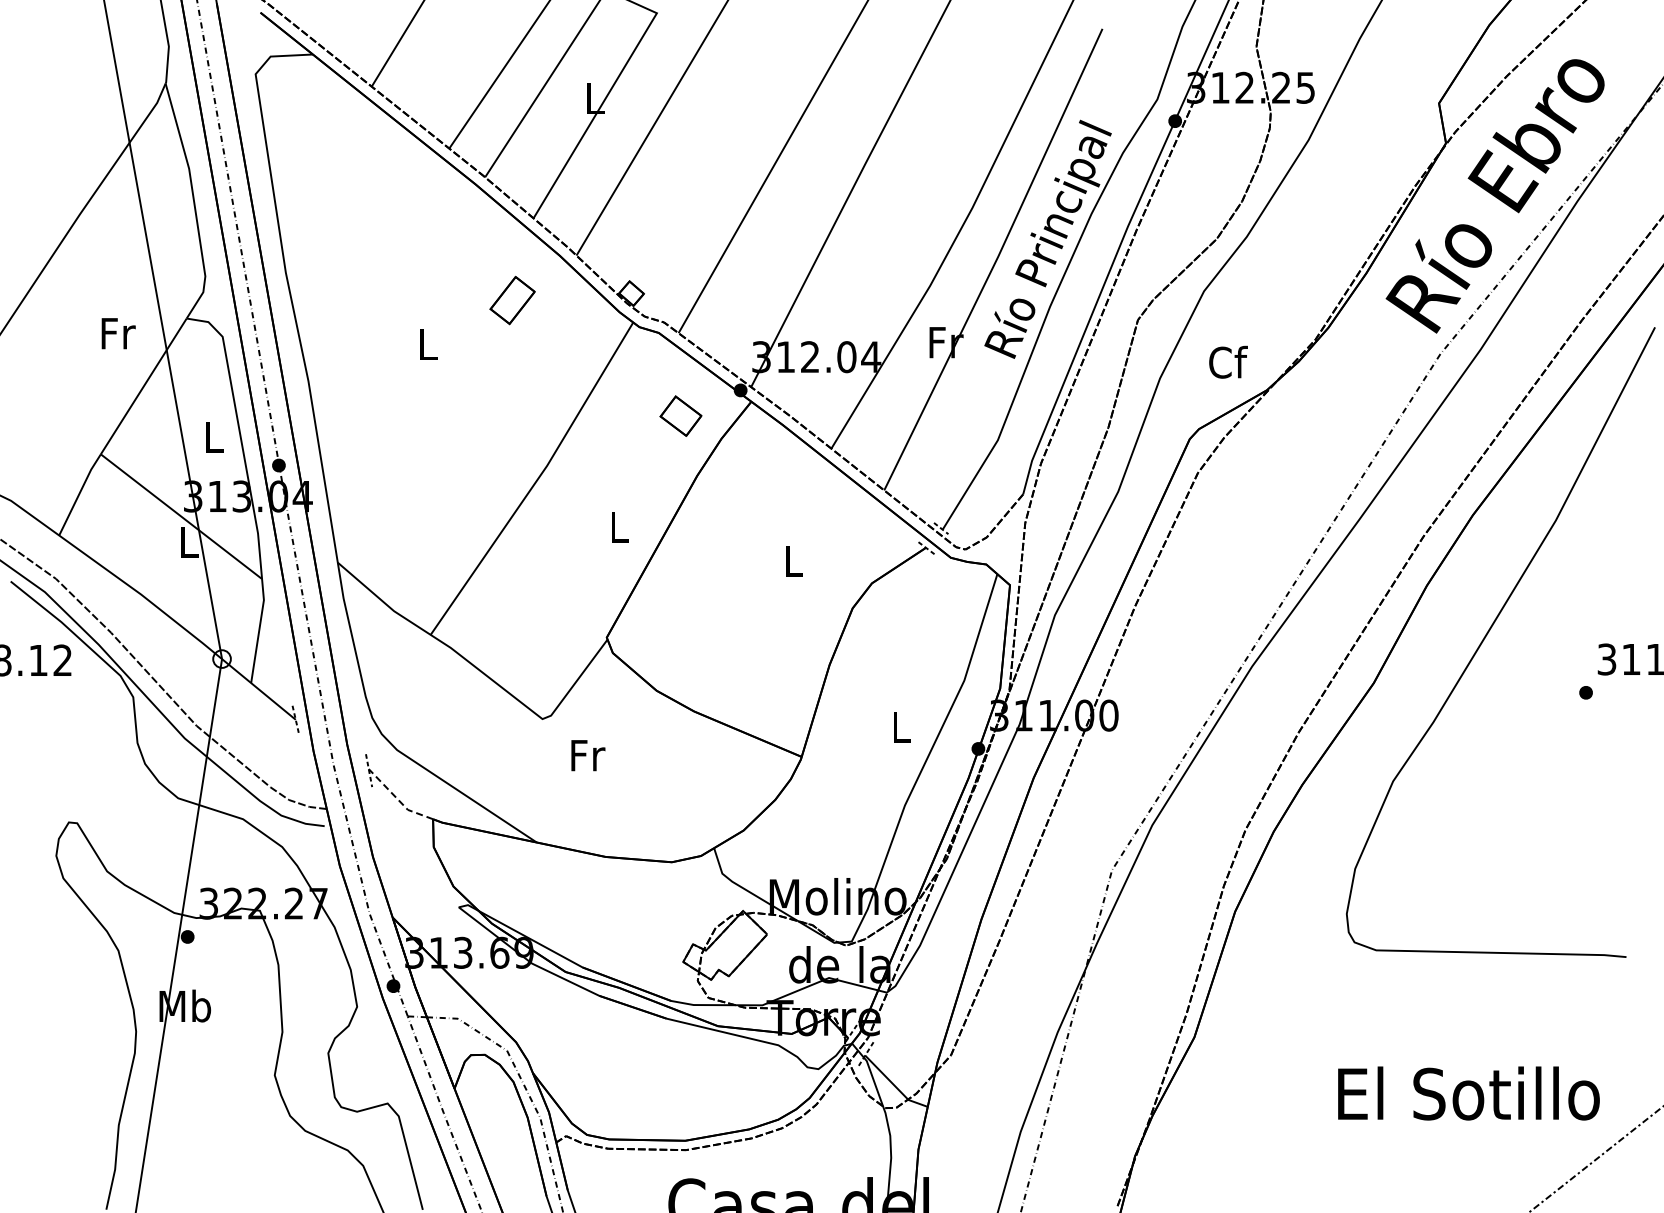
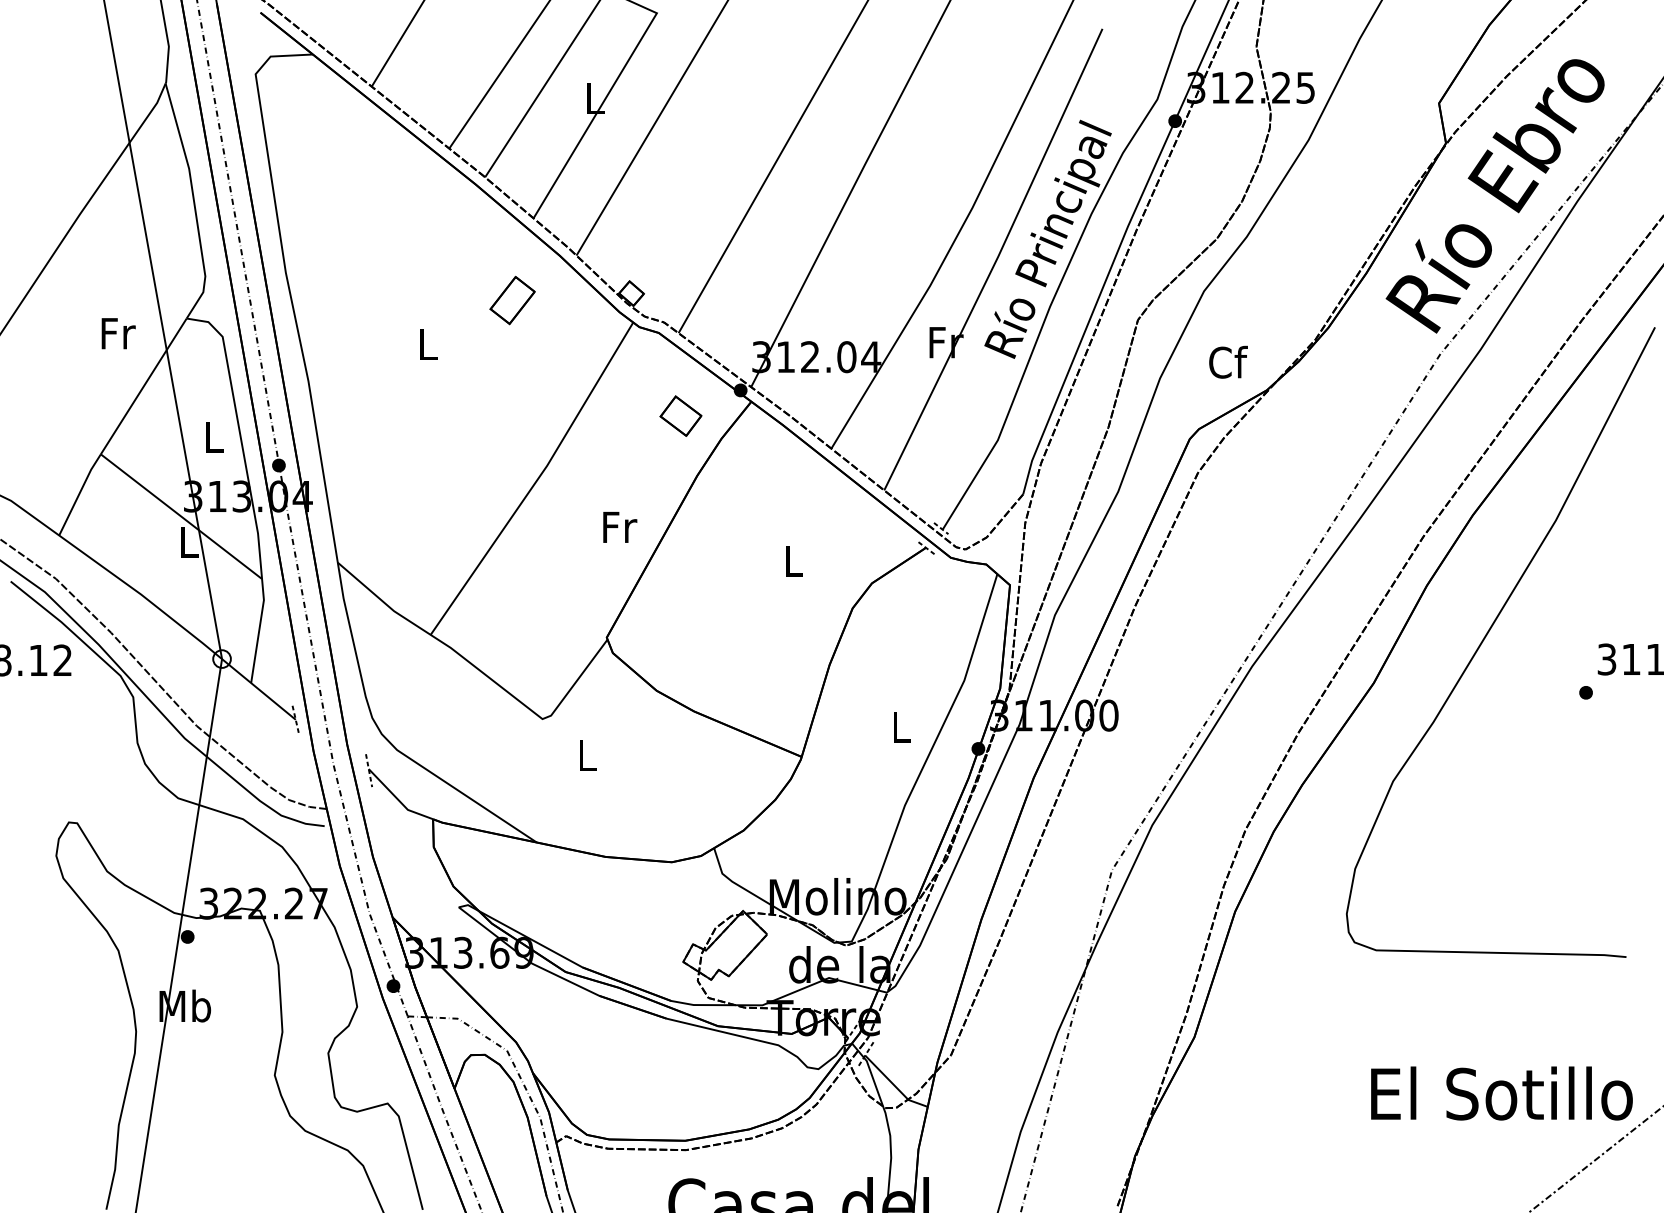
text at (620, 526): L -> Fr
text at (588, 755): Fr -> L
line at (397, 799): dashed -> solid
text at (1468, 1093) position: (1468, 1093) -> (1501, 1093)
